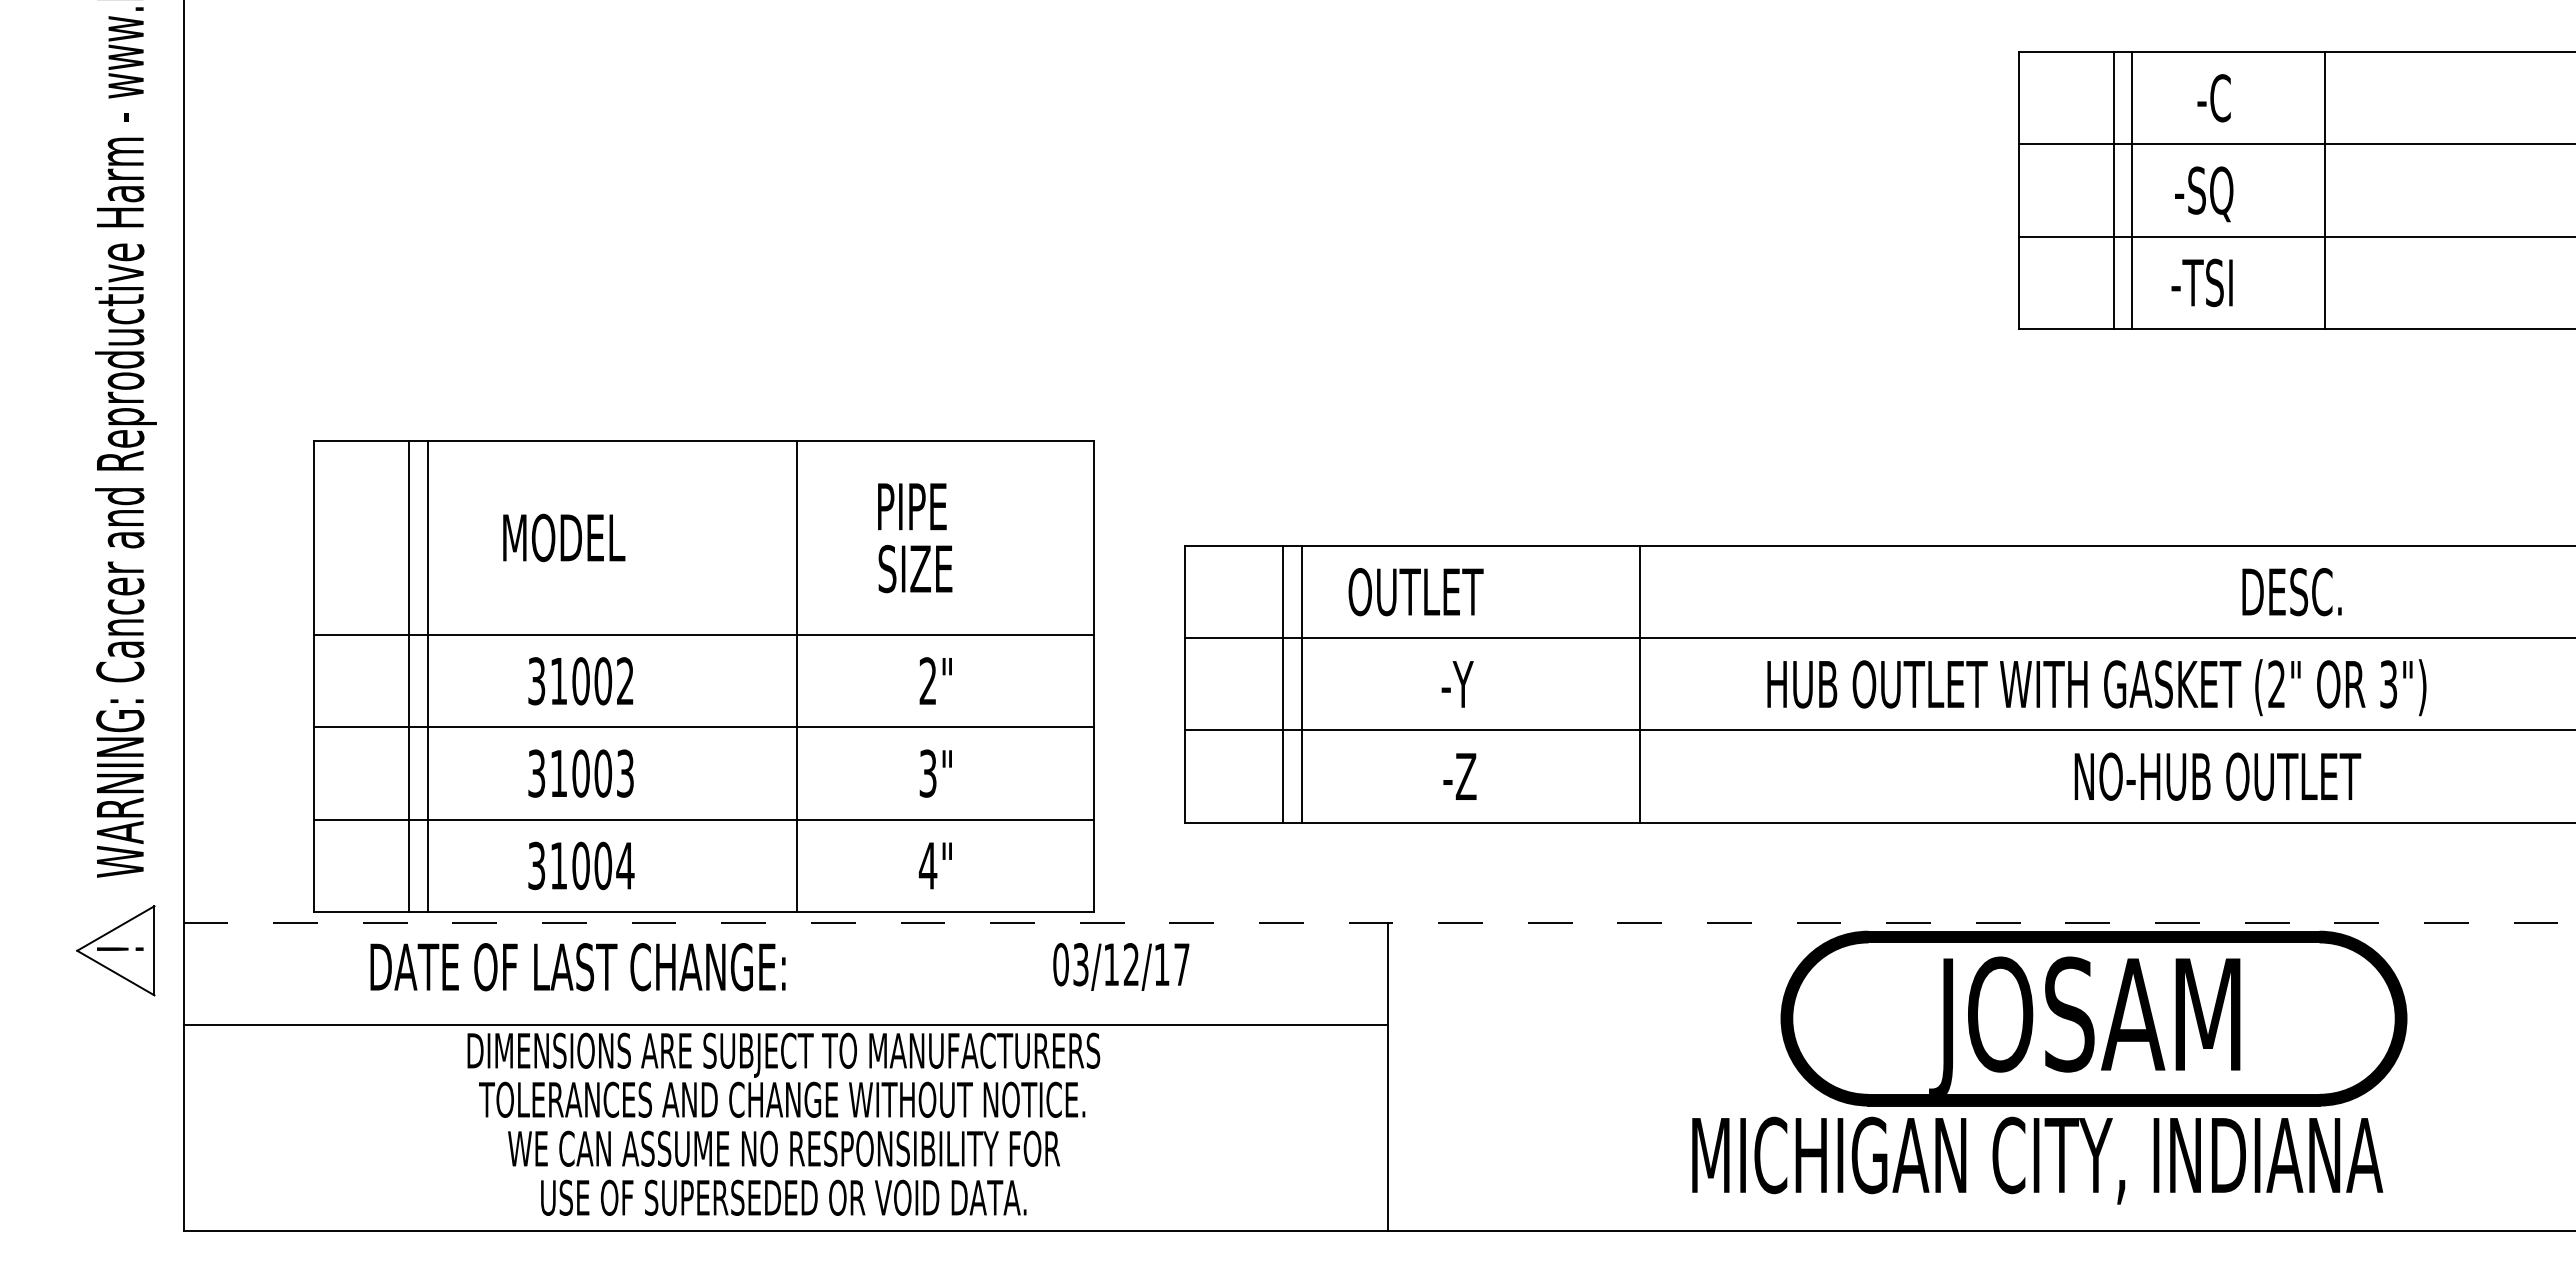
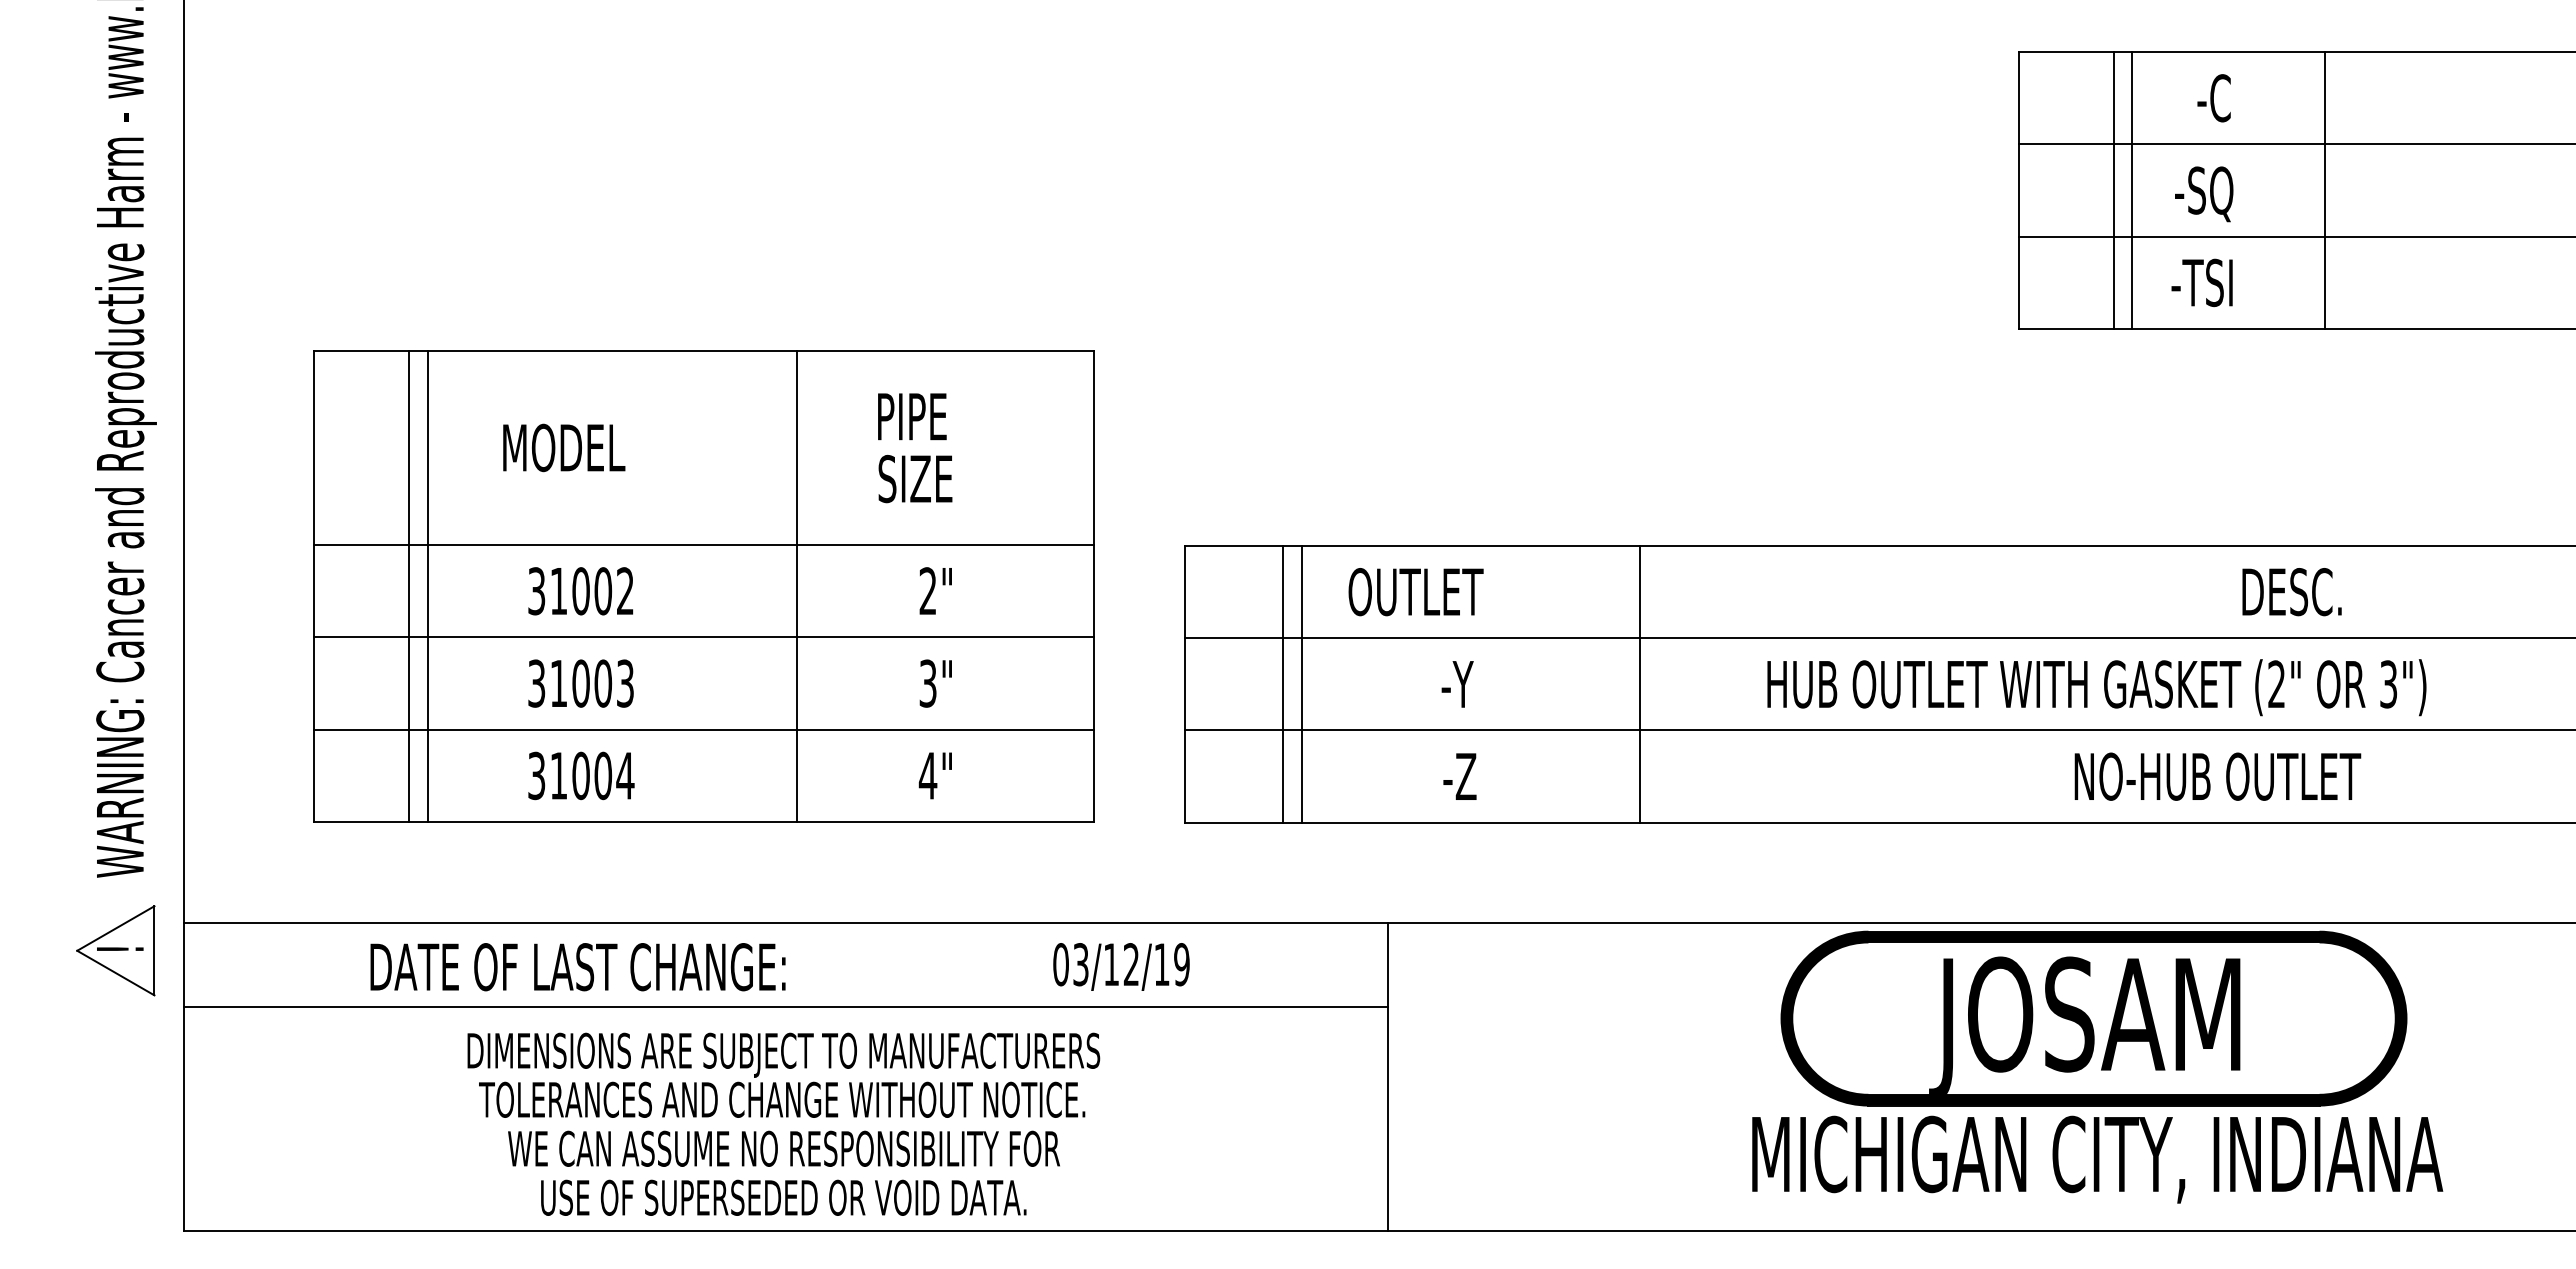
part at (703, 676) position: (703, 676) -> (703, 586)
line at (1379, 923): dashed -> solid
text at (1181, 964): 03/12/17 -> 03/12/19
line at (785, 1025) position: (785, 1025) -> (785, 1007)
text at (2037, 1160) position: (2037, 1160) -> (2097, 1159)
